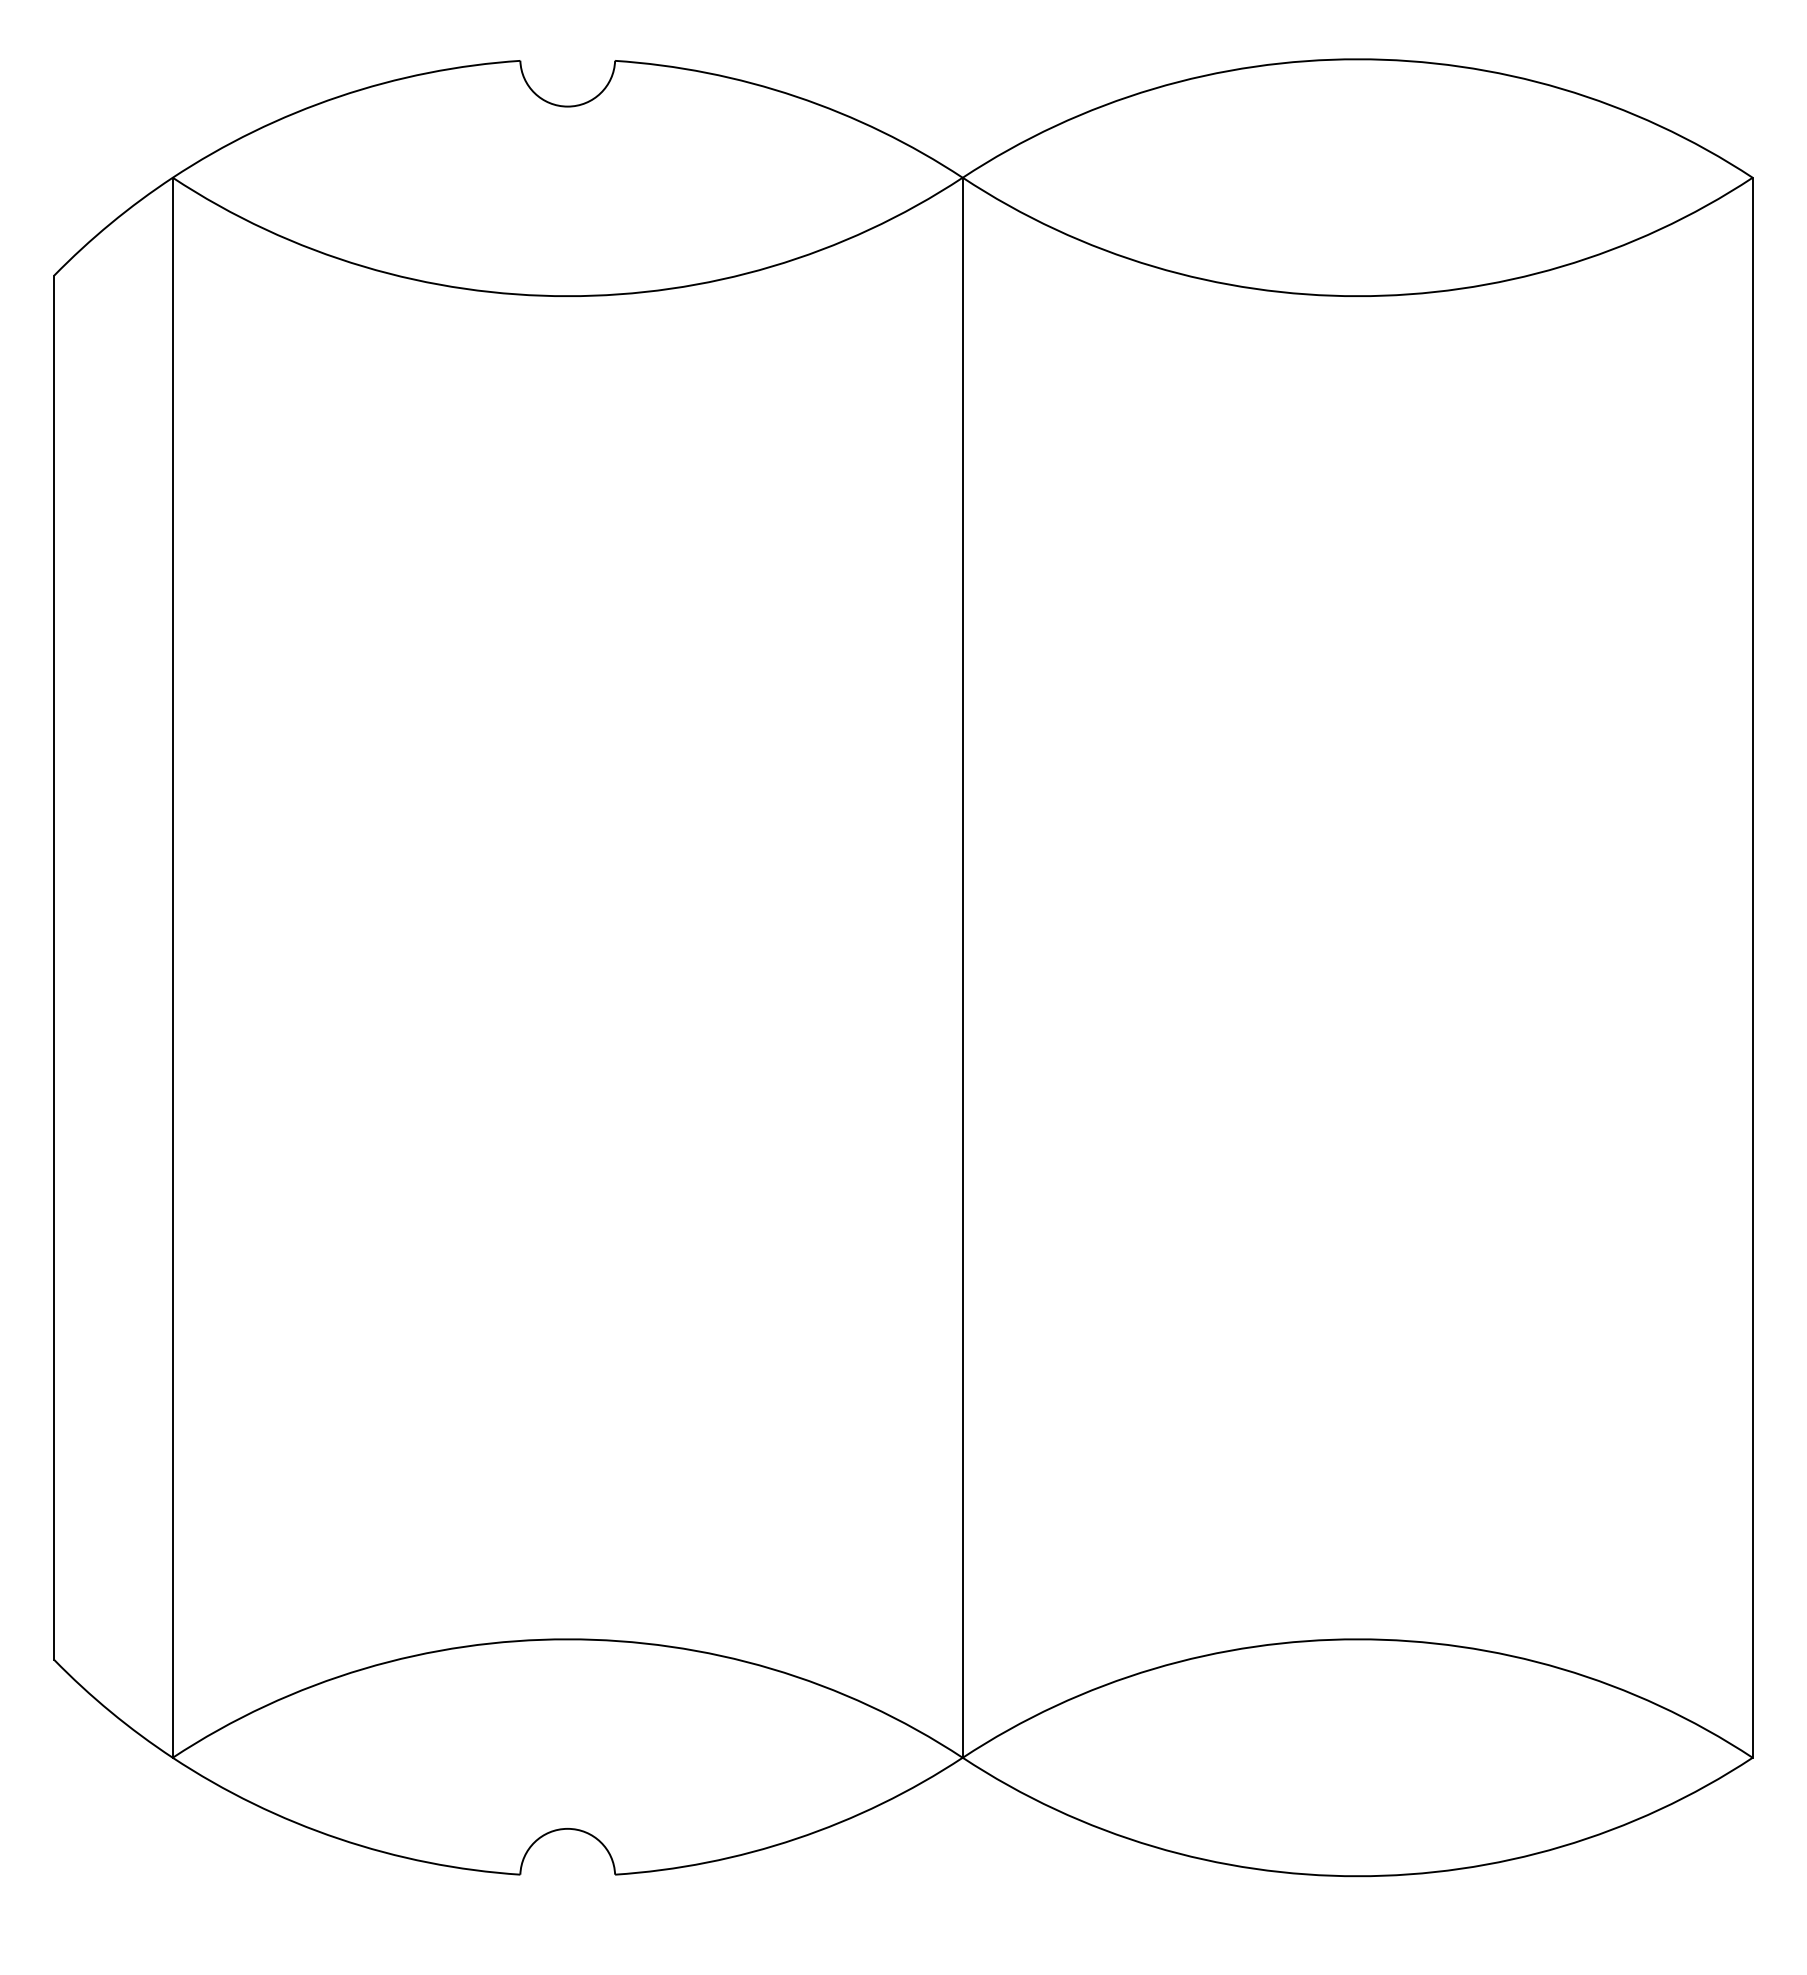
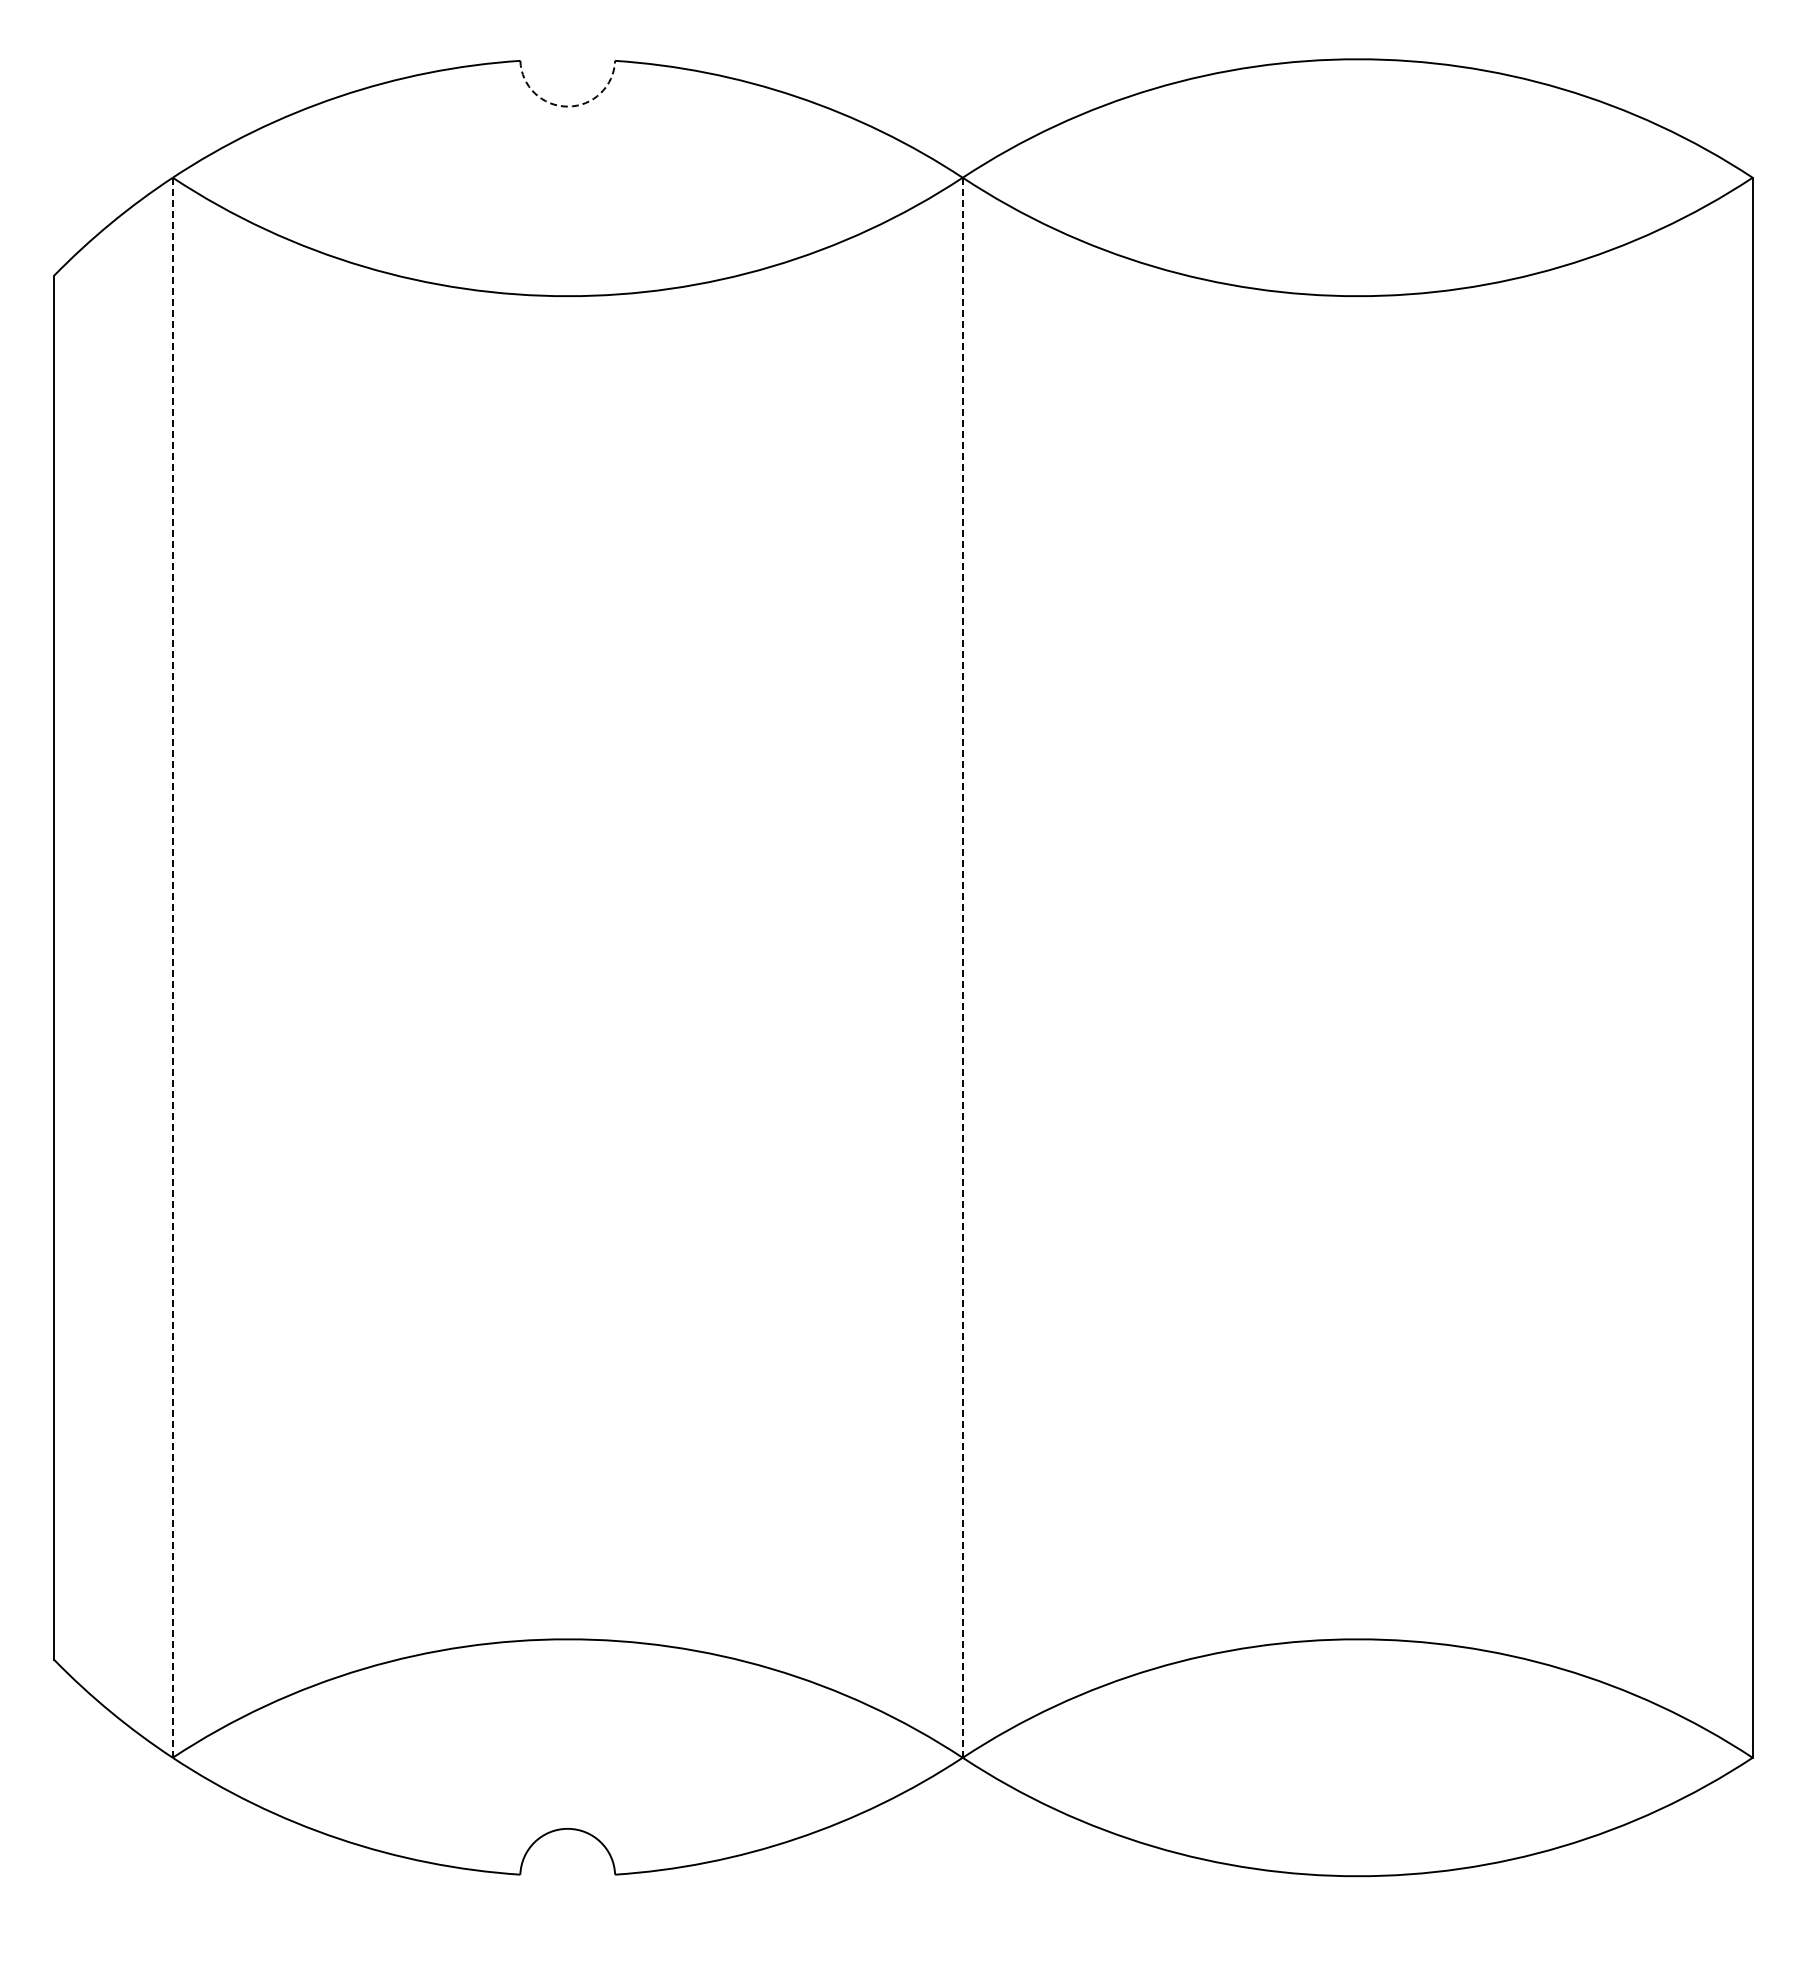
arc at (567, 106): solid -> dashed
line at (172, 968): solid -> dashed
line at (962, 968): solid -> dashed
